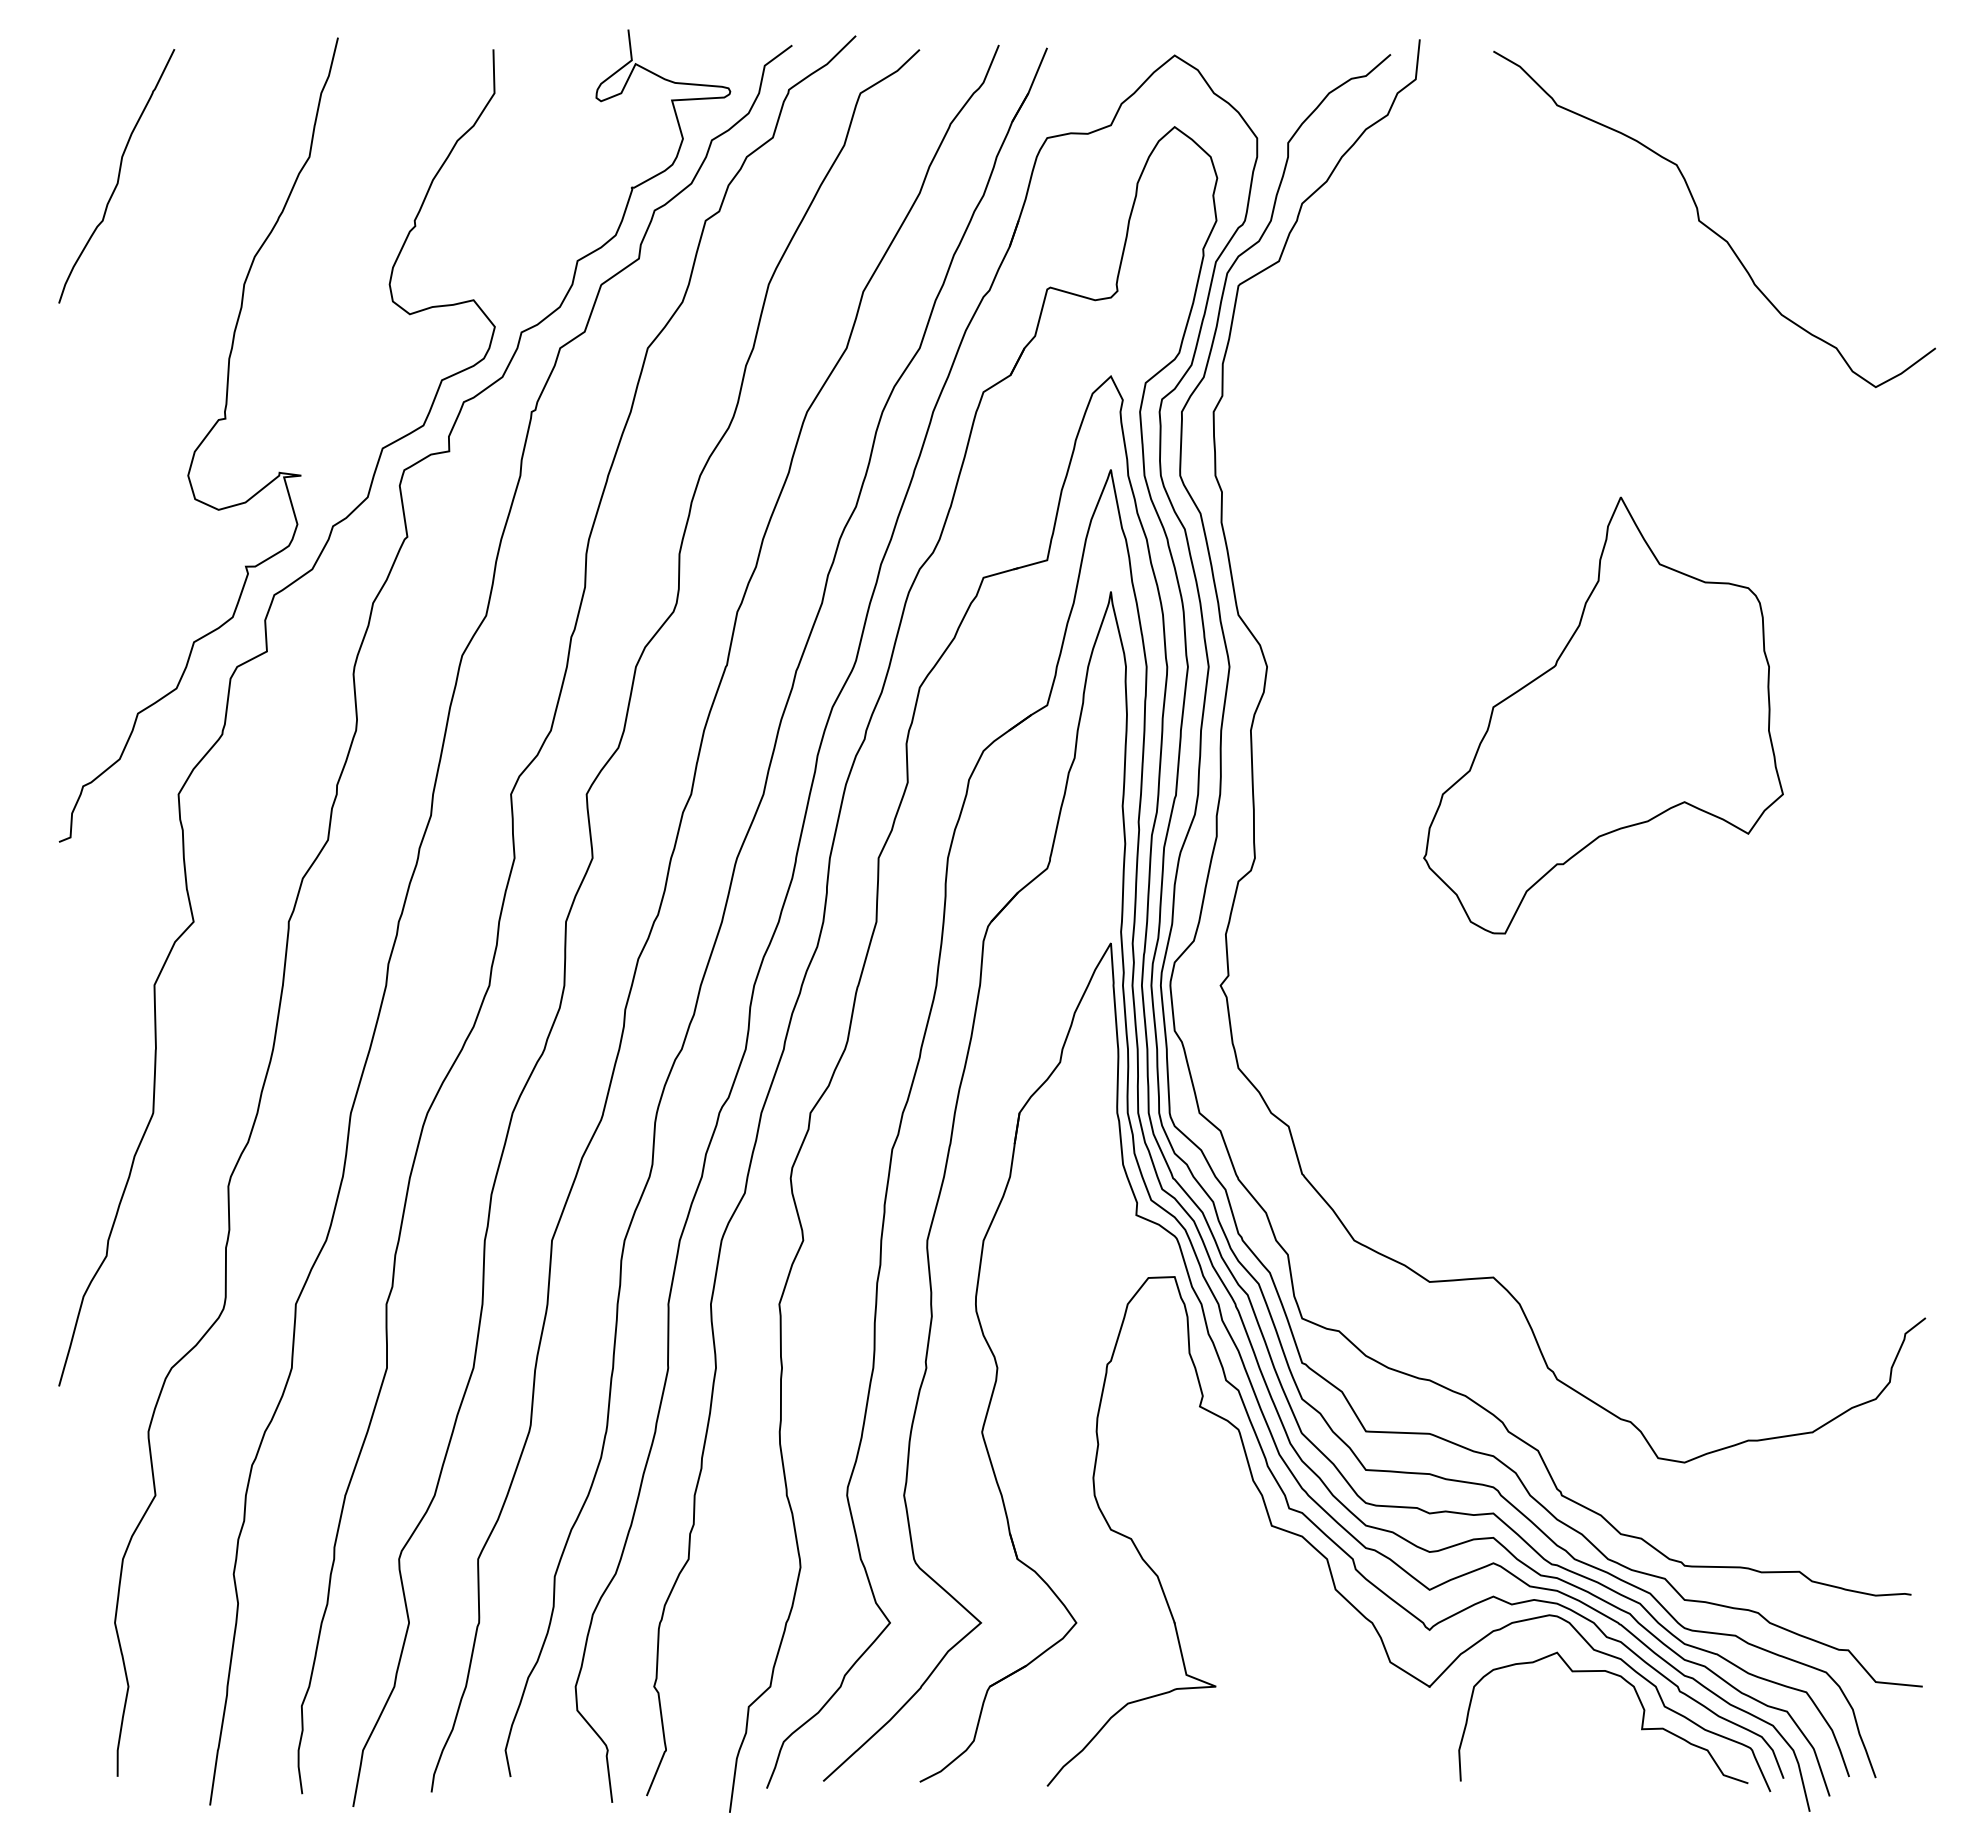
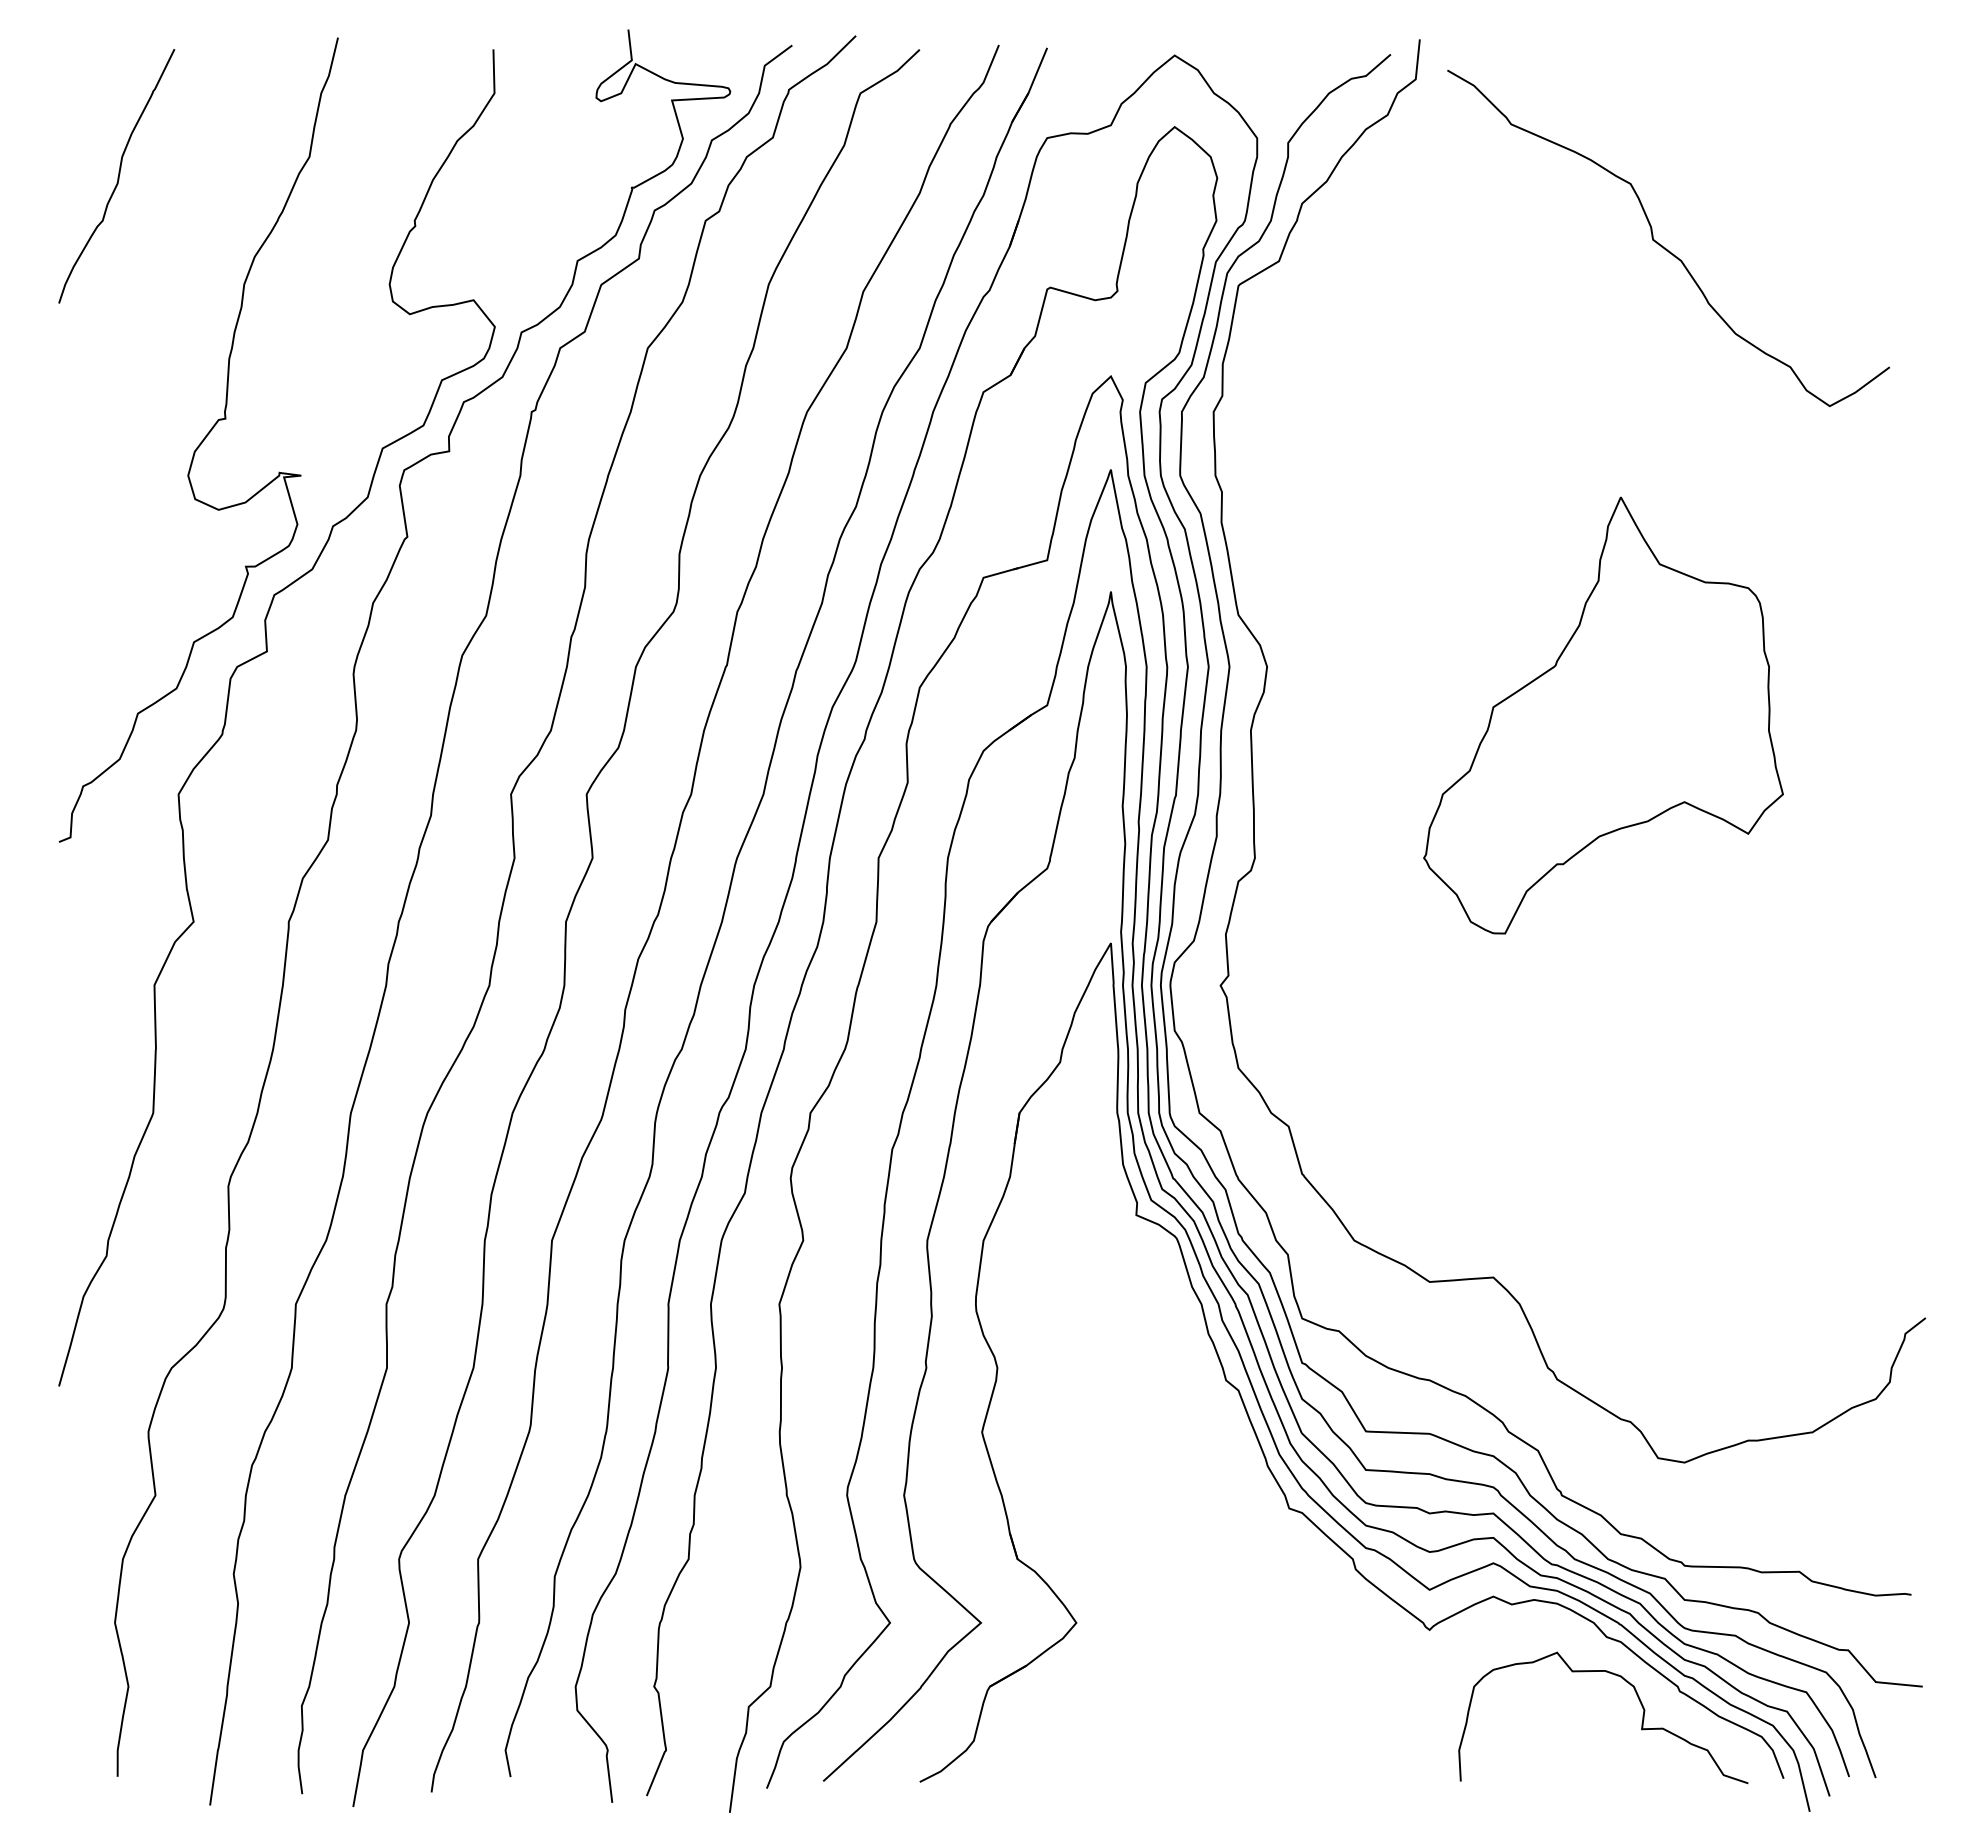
curve at (1707, 225) position: (1707, 225) -> (1661, 244)
curve at (1328, 1559): present -> none
